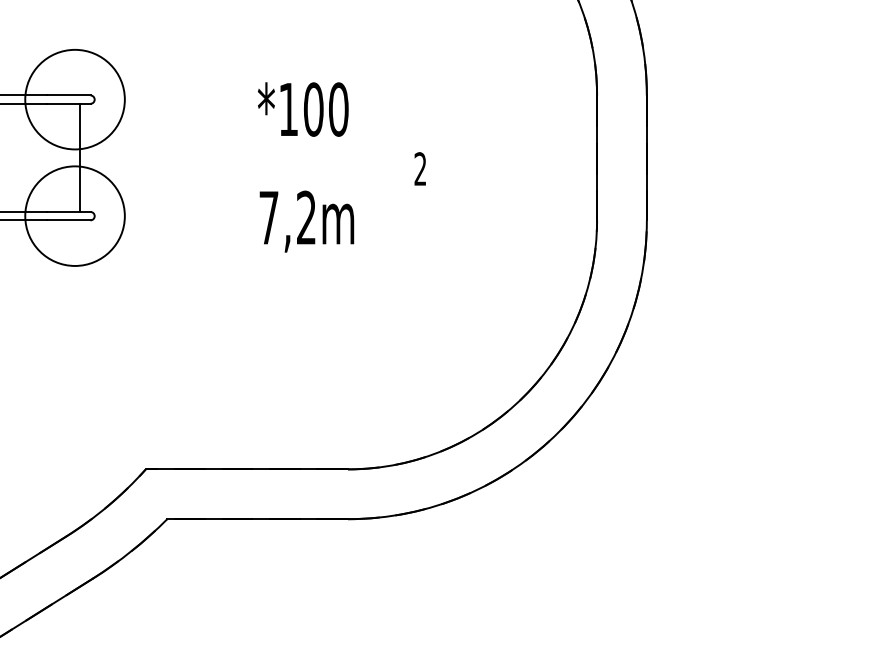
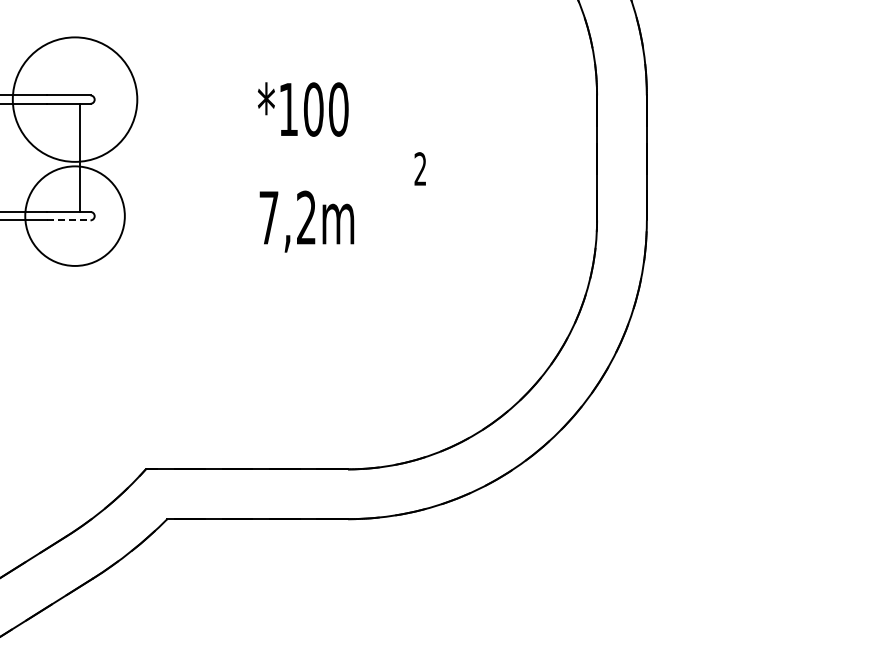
circle at (74, 99) diameter: 100 px -> 124 px
line at (68, 220): solid -> dashed
